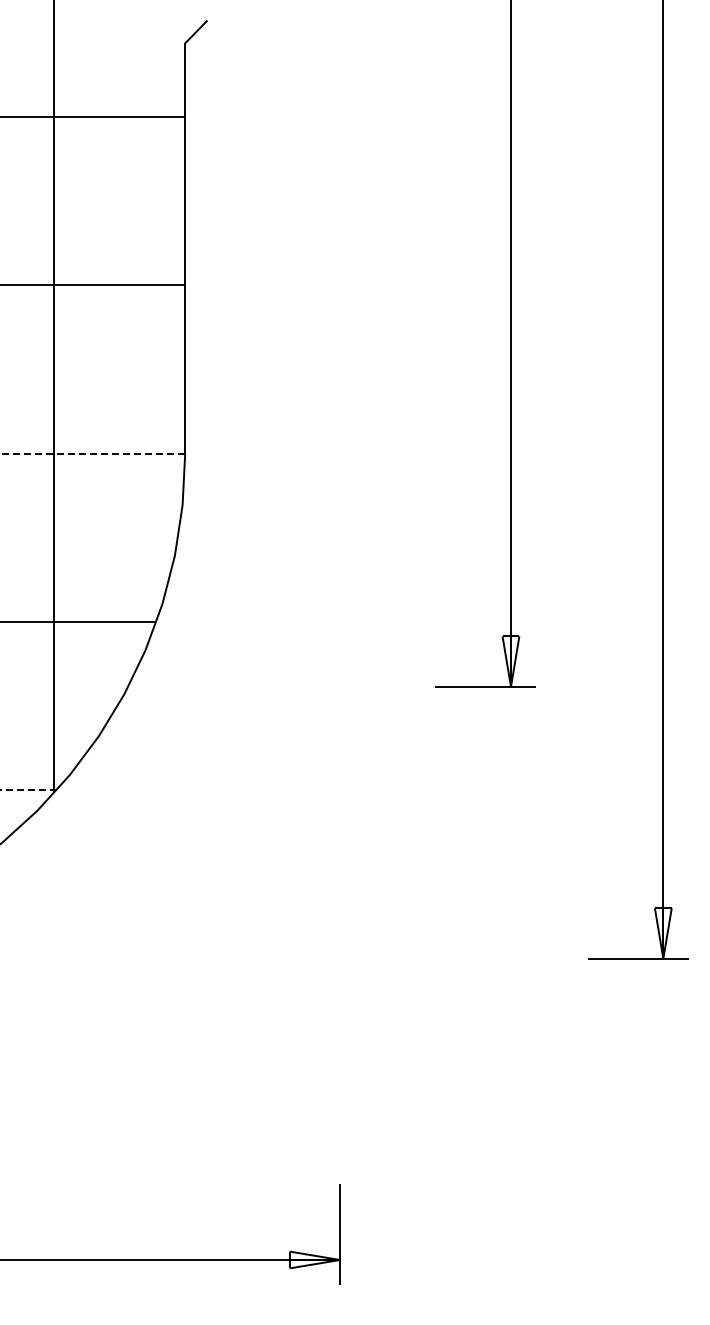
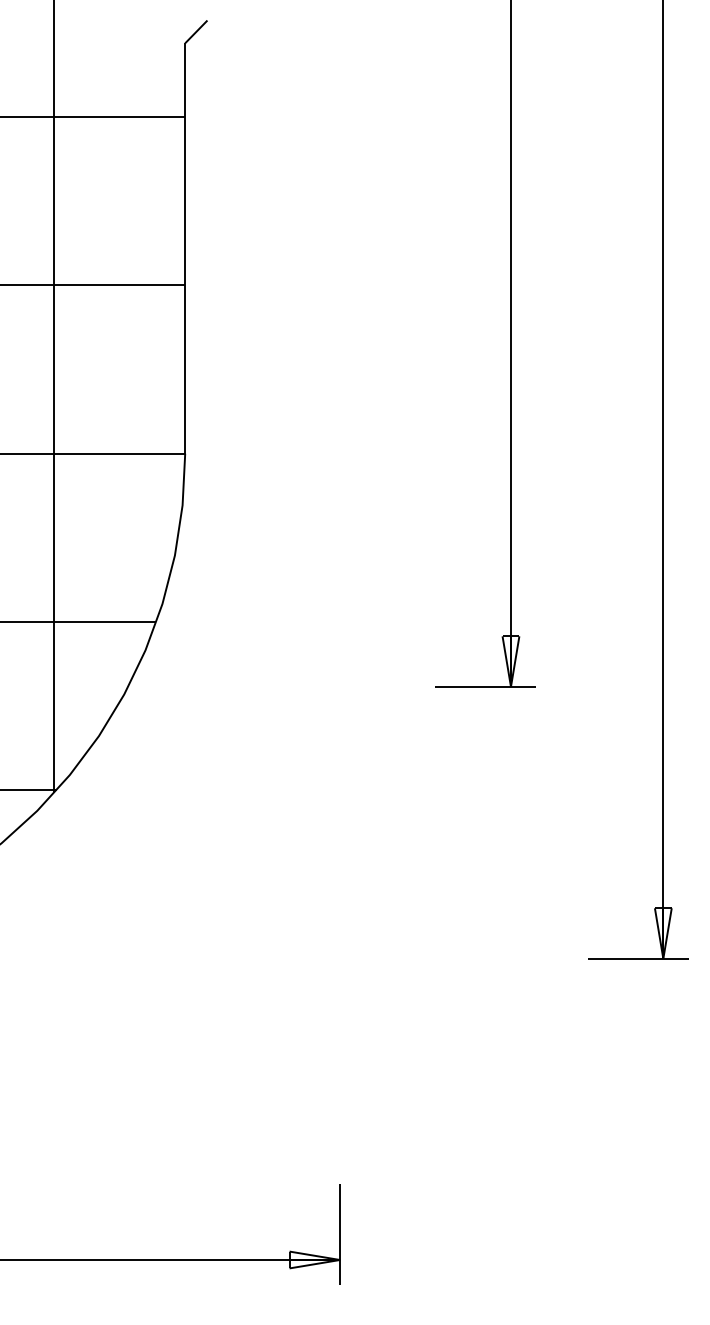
line at (92, 453): dashed -> solid
line at (28, 790): dashed -> solid
